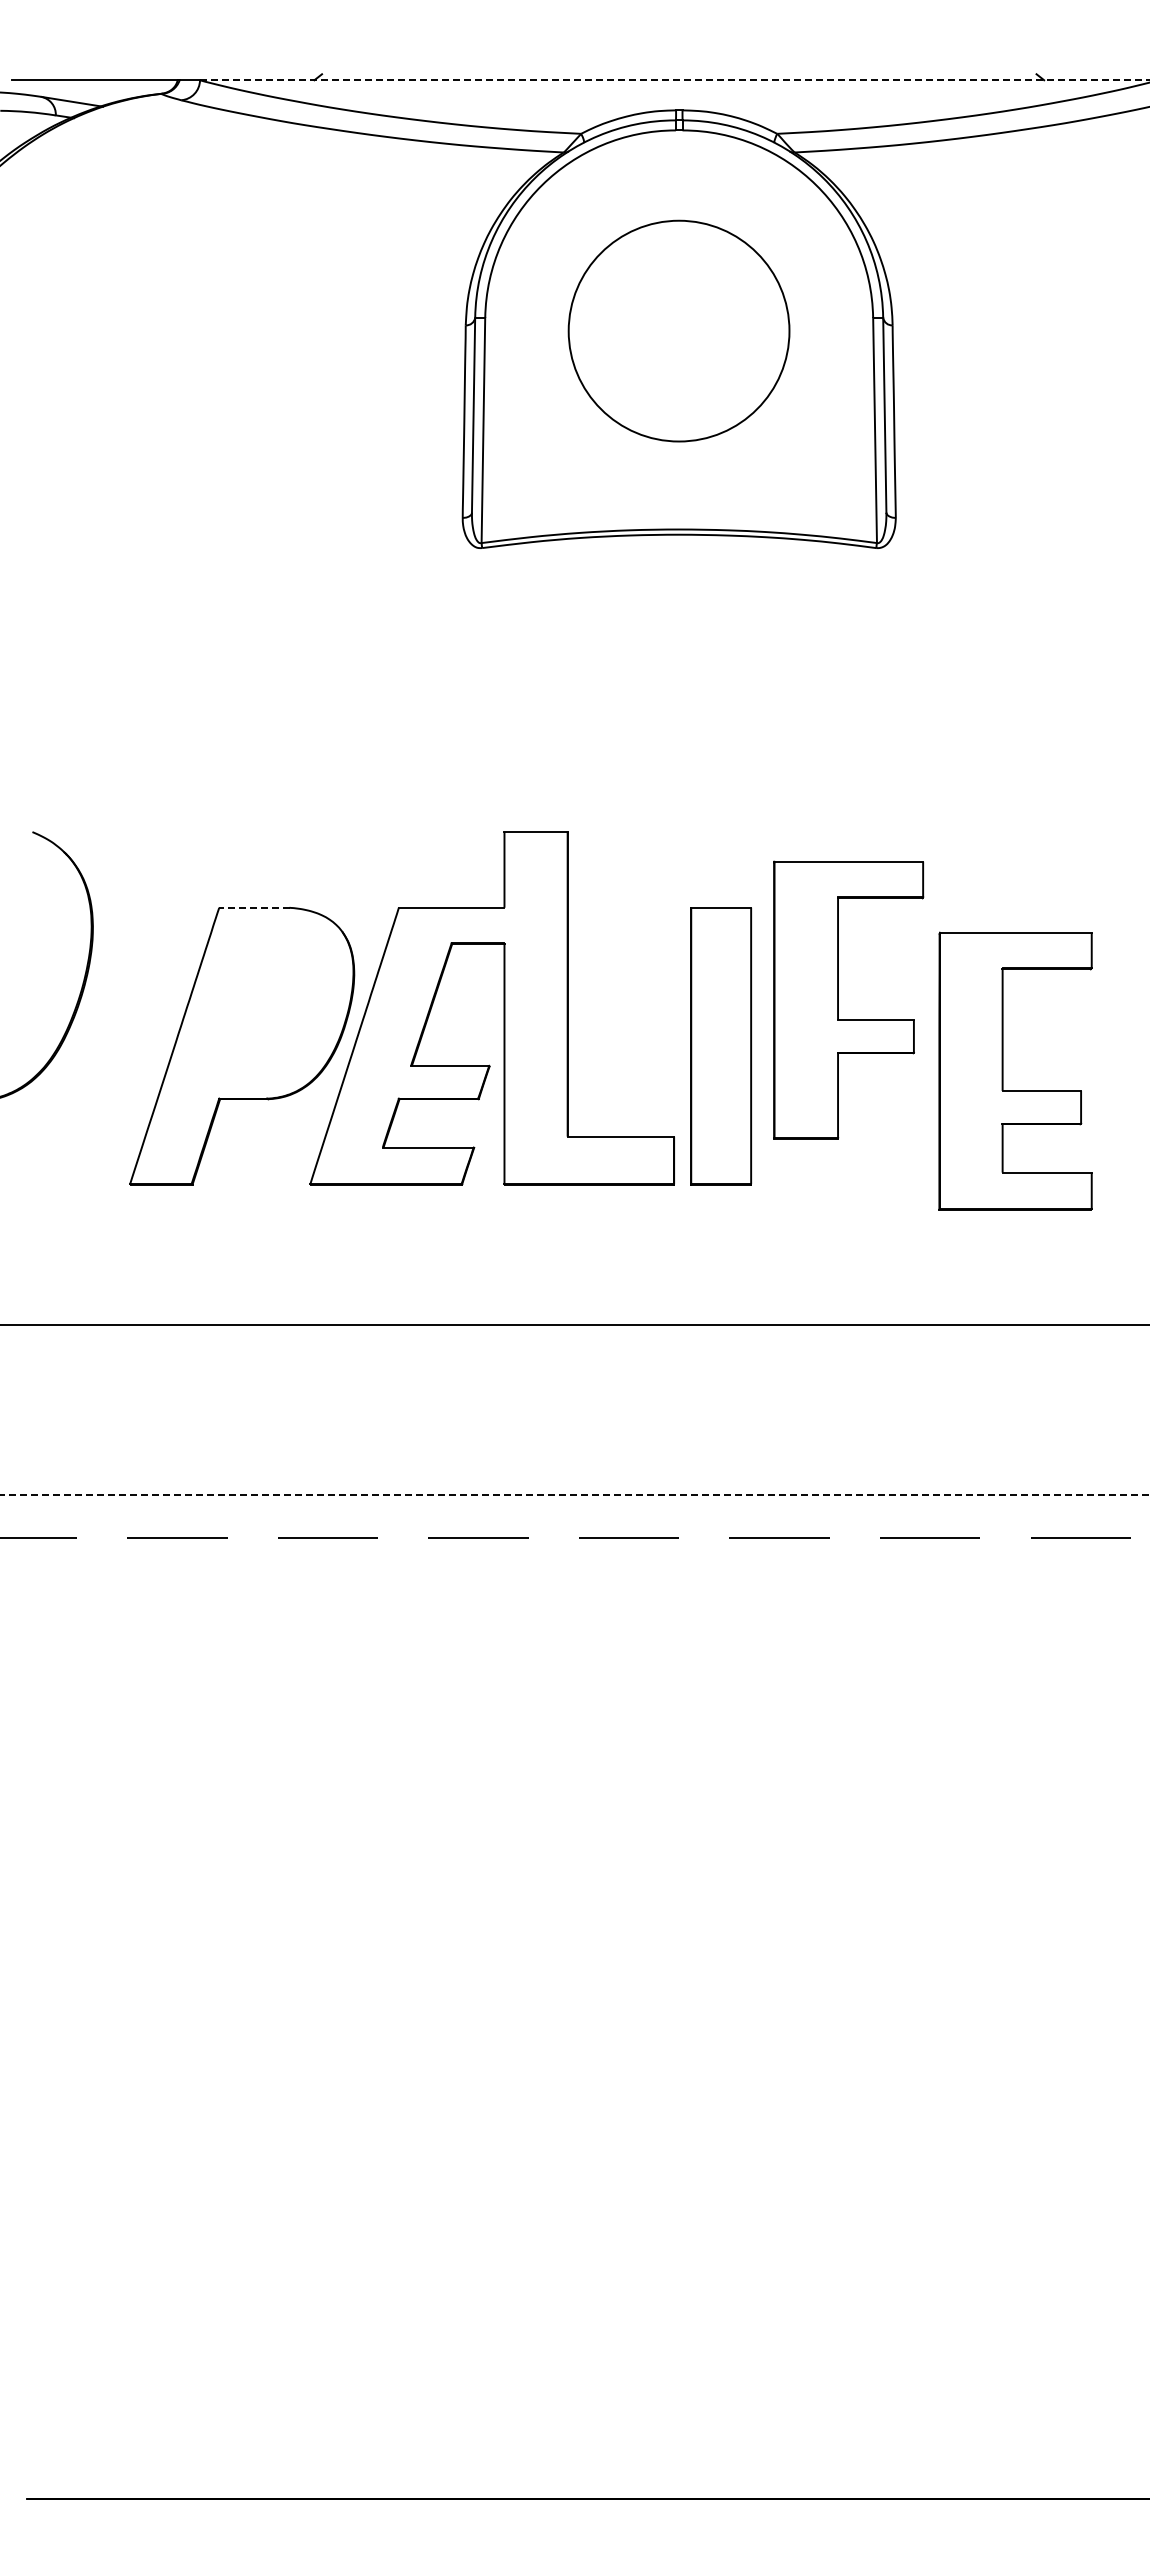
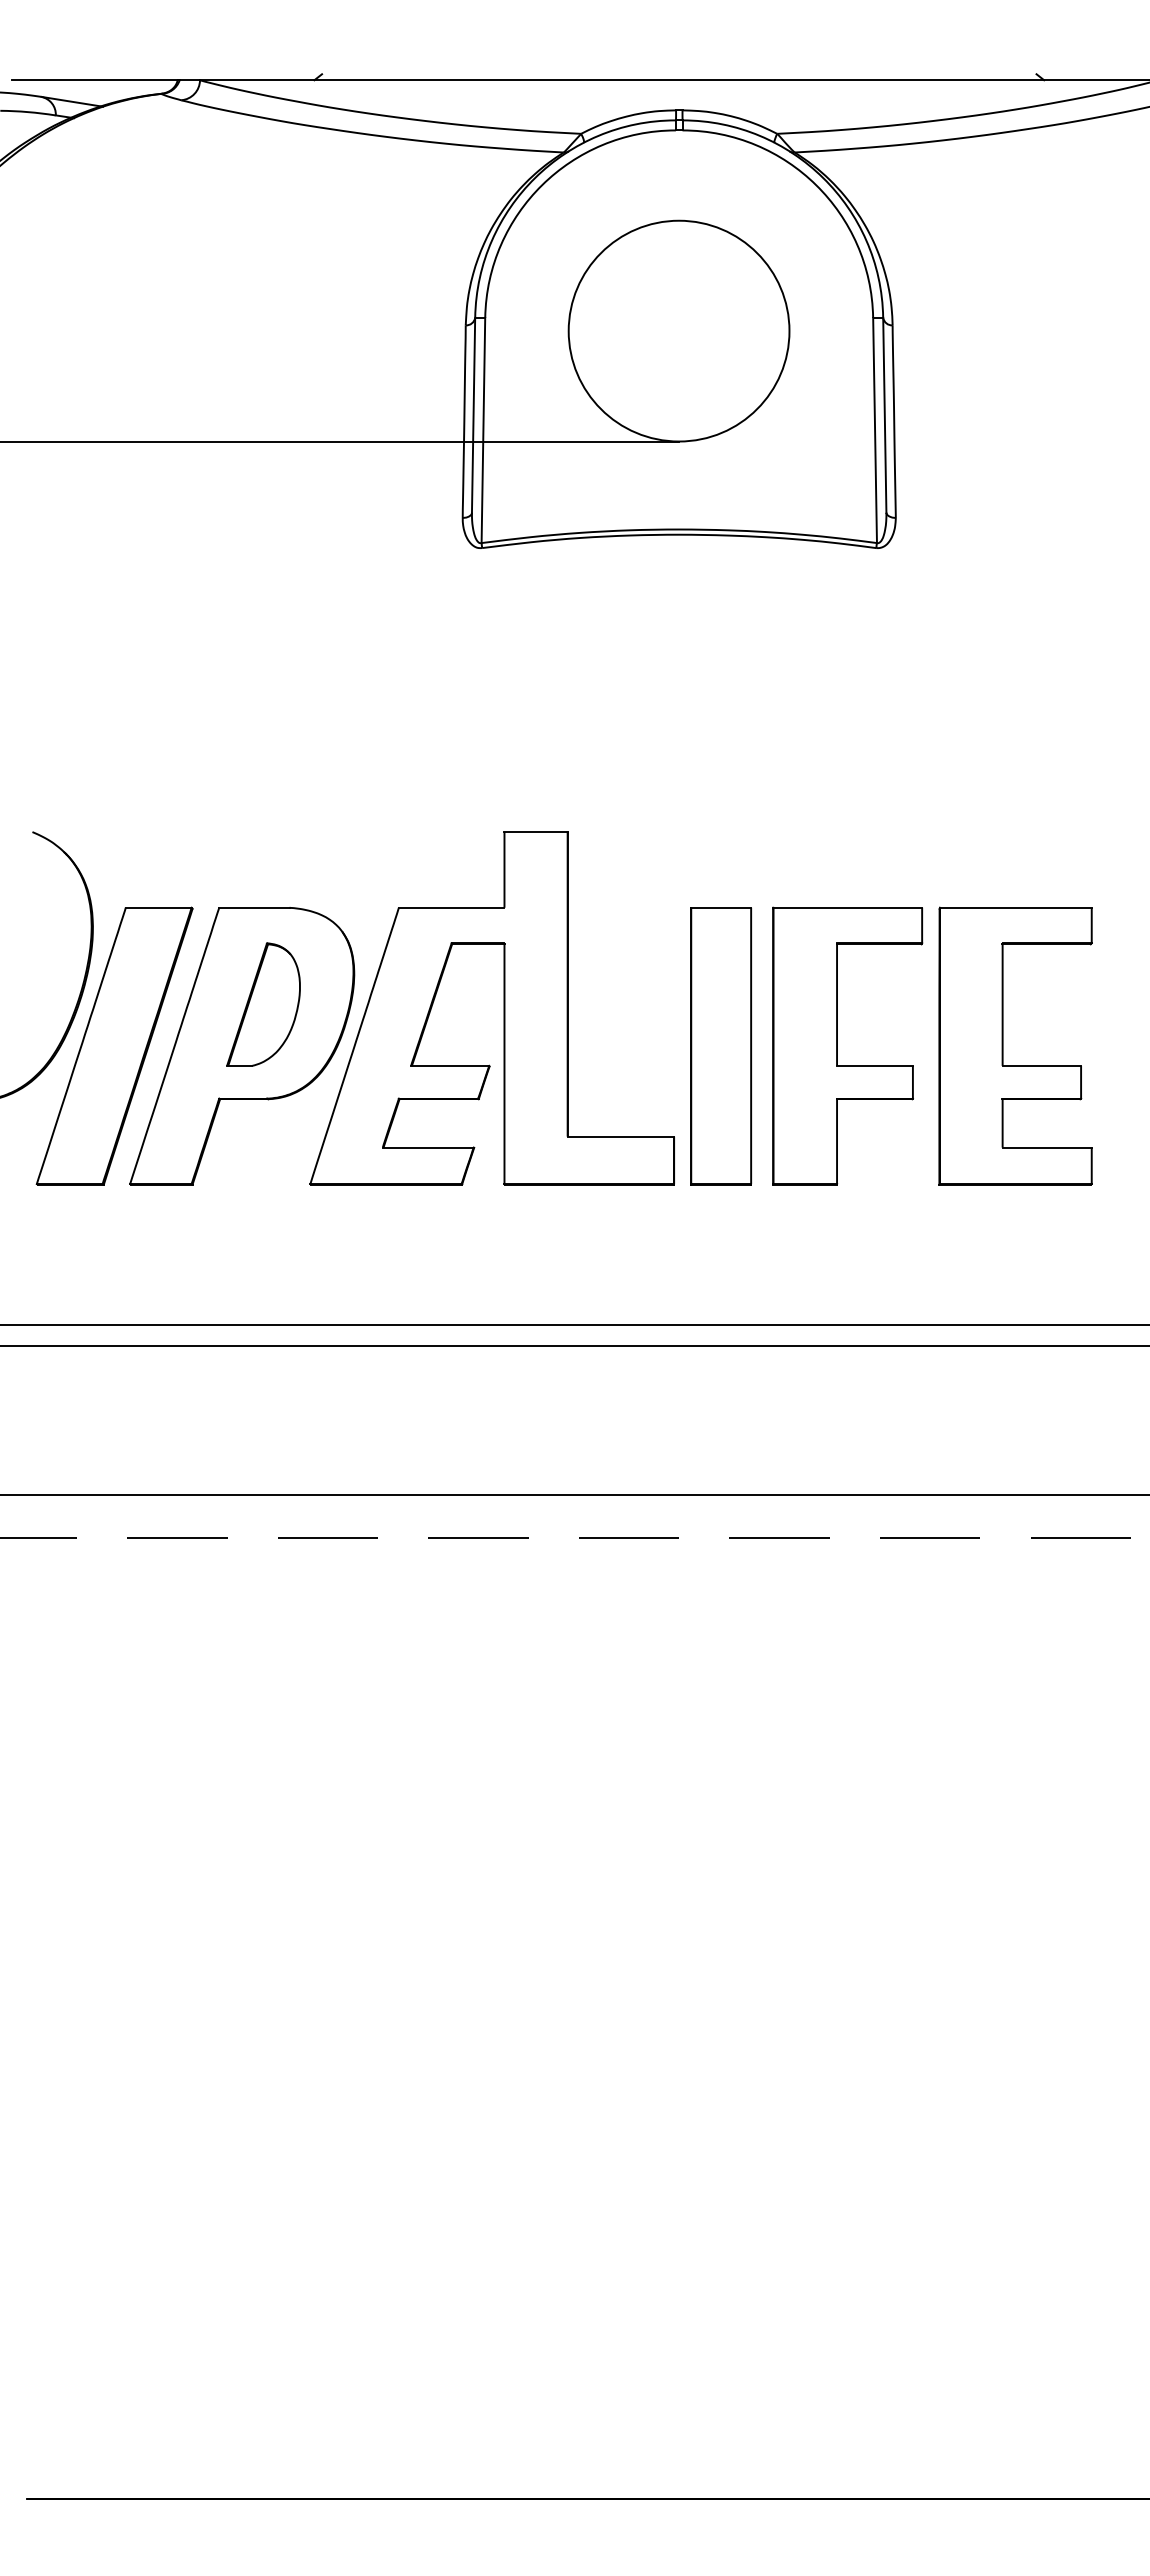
line at (674, 80): dashed -> solid
line at (340, 441): none -> present
line at (253, 907): dashed -> solid
part at (838, 999) position: (838, 999) -> (837, 1045)
part at (263, 1004): none -> present
part at (114, 1045): none -> present
part at (1003, 1070) position: (1003, 1070) -> (1003, 1045)
line at (574, 1346): none -> present
line at (575, 1495): dashed -> solid
